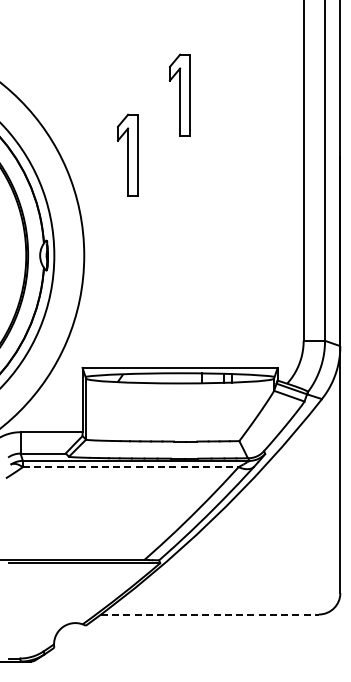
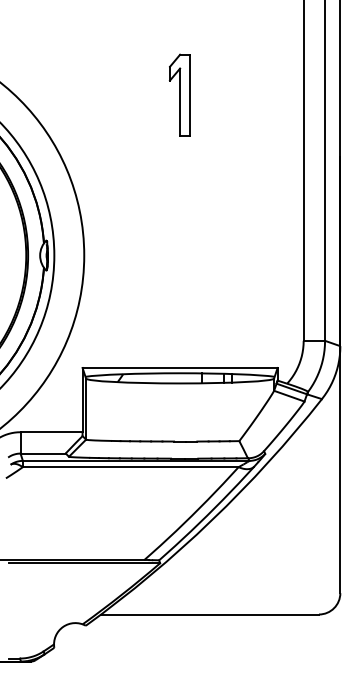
part at (127, 154): present -> none
line at (130, 467): dashed -> solid
line at (210, 614): dashed -> solid
